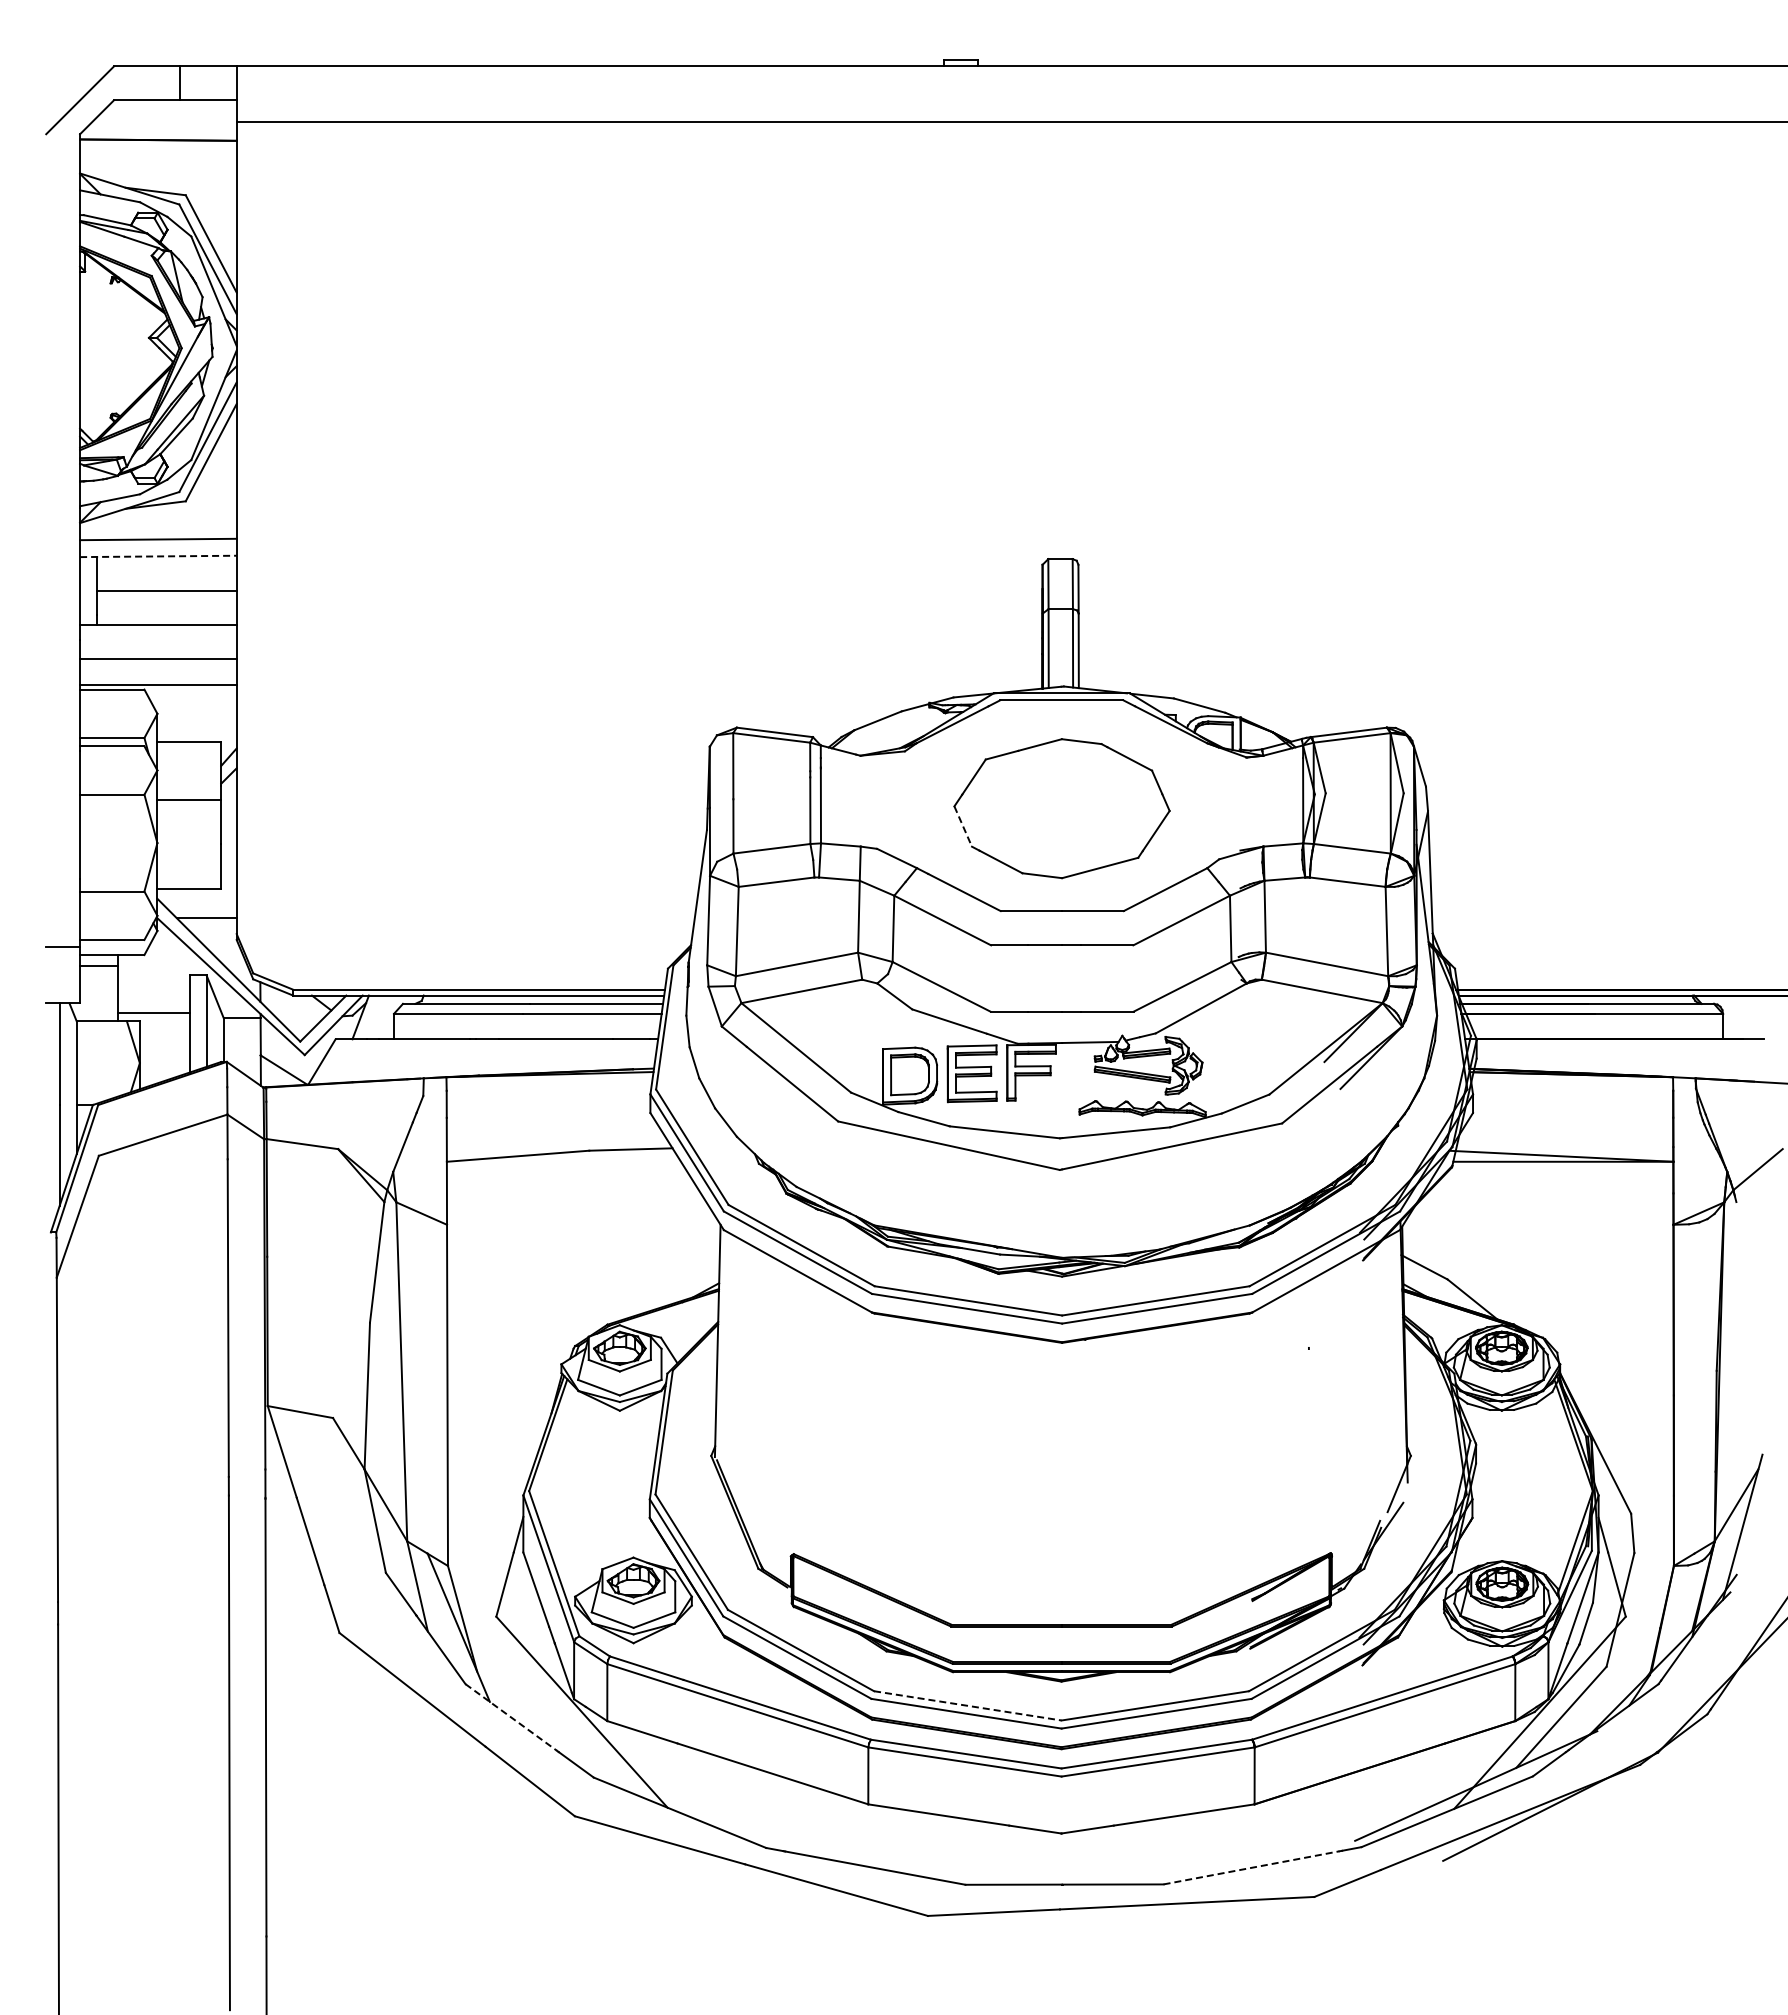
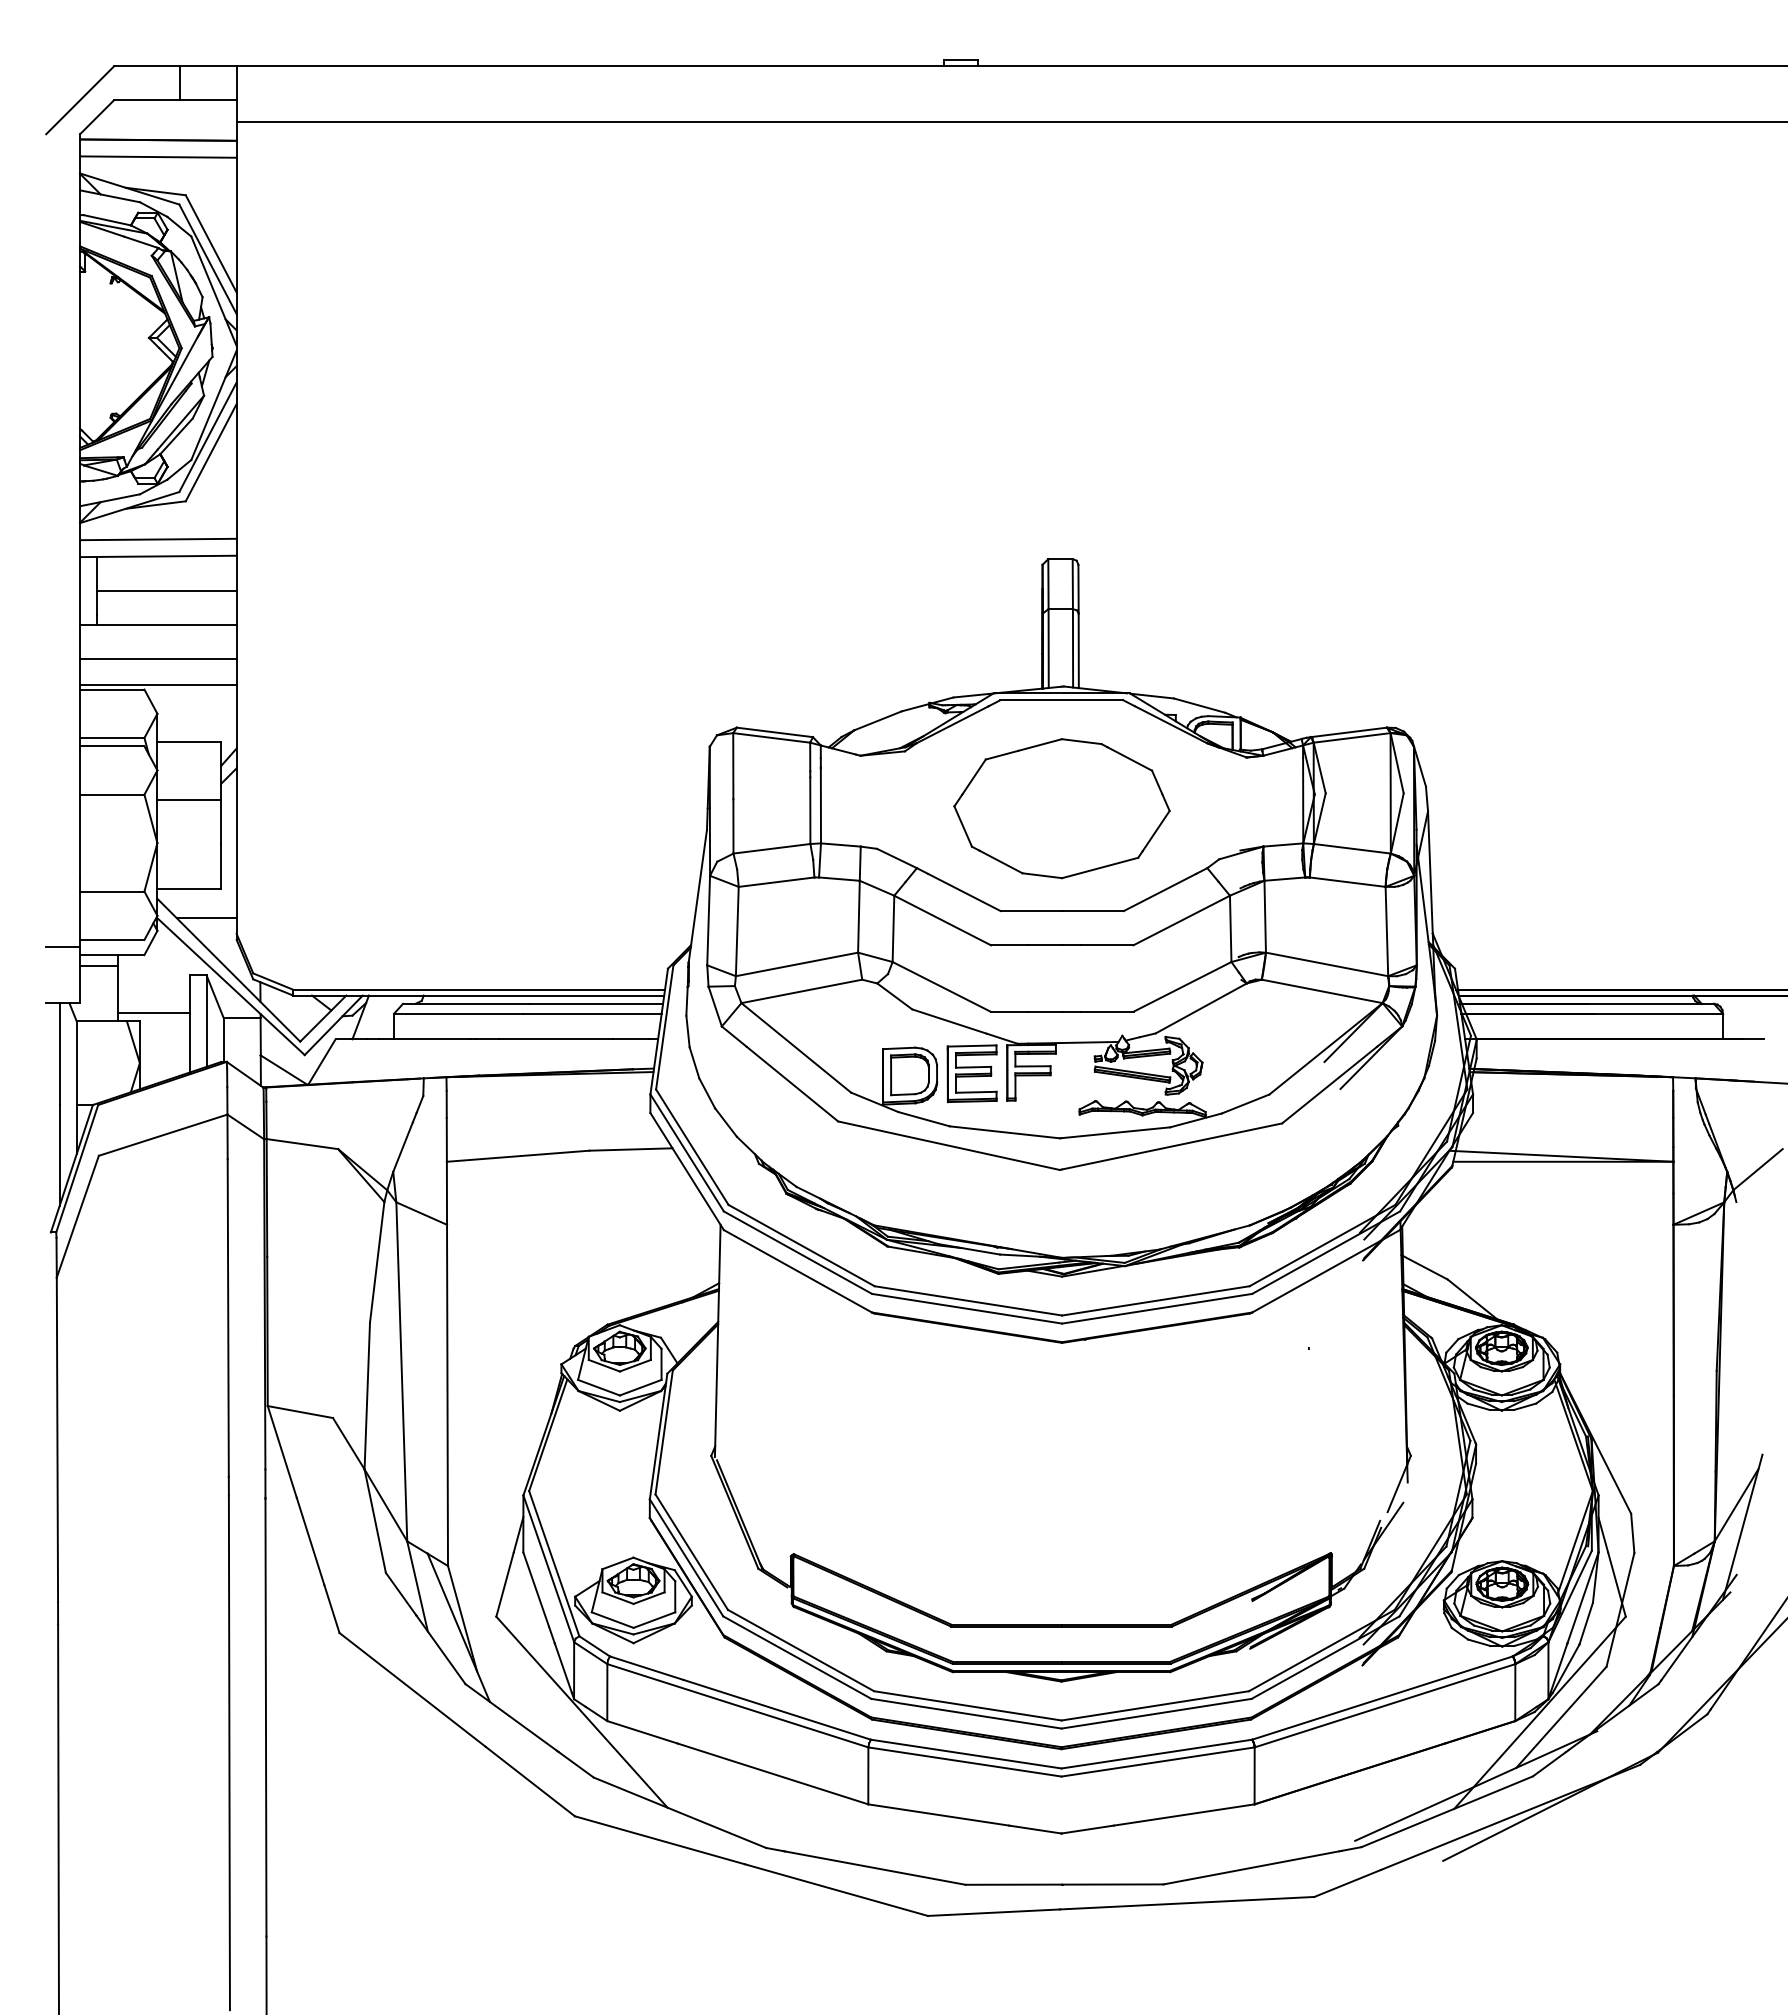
line at (158, 156): none -> present
line at (158, 556): dashed -> solid
line at (963, 826): dashed -> solid
line at (967, 1705): dashed -> solid
line at (511, 1717): dashed -> solid
line at (1251, 1867): dashed -> solid
